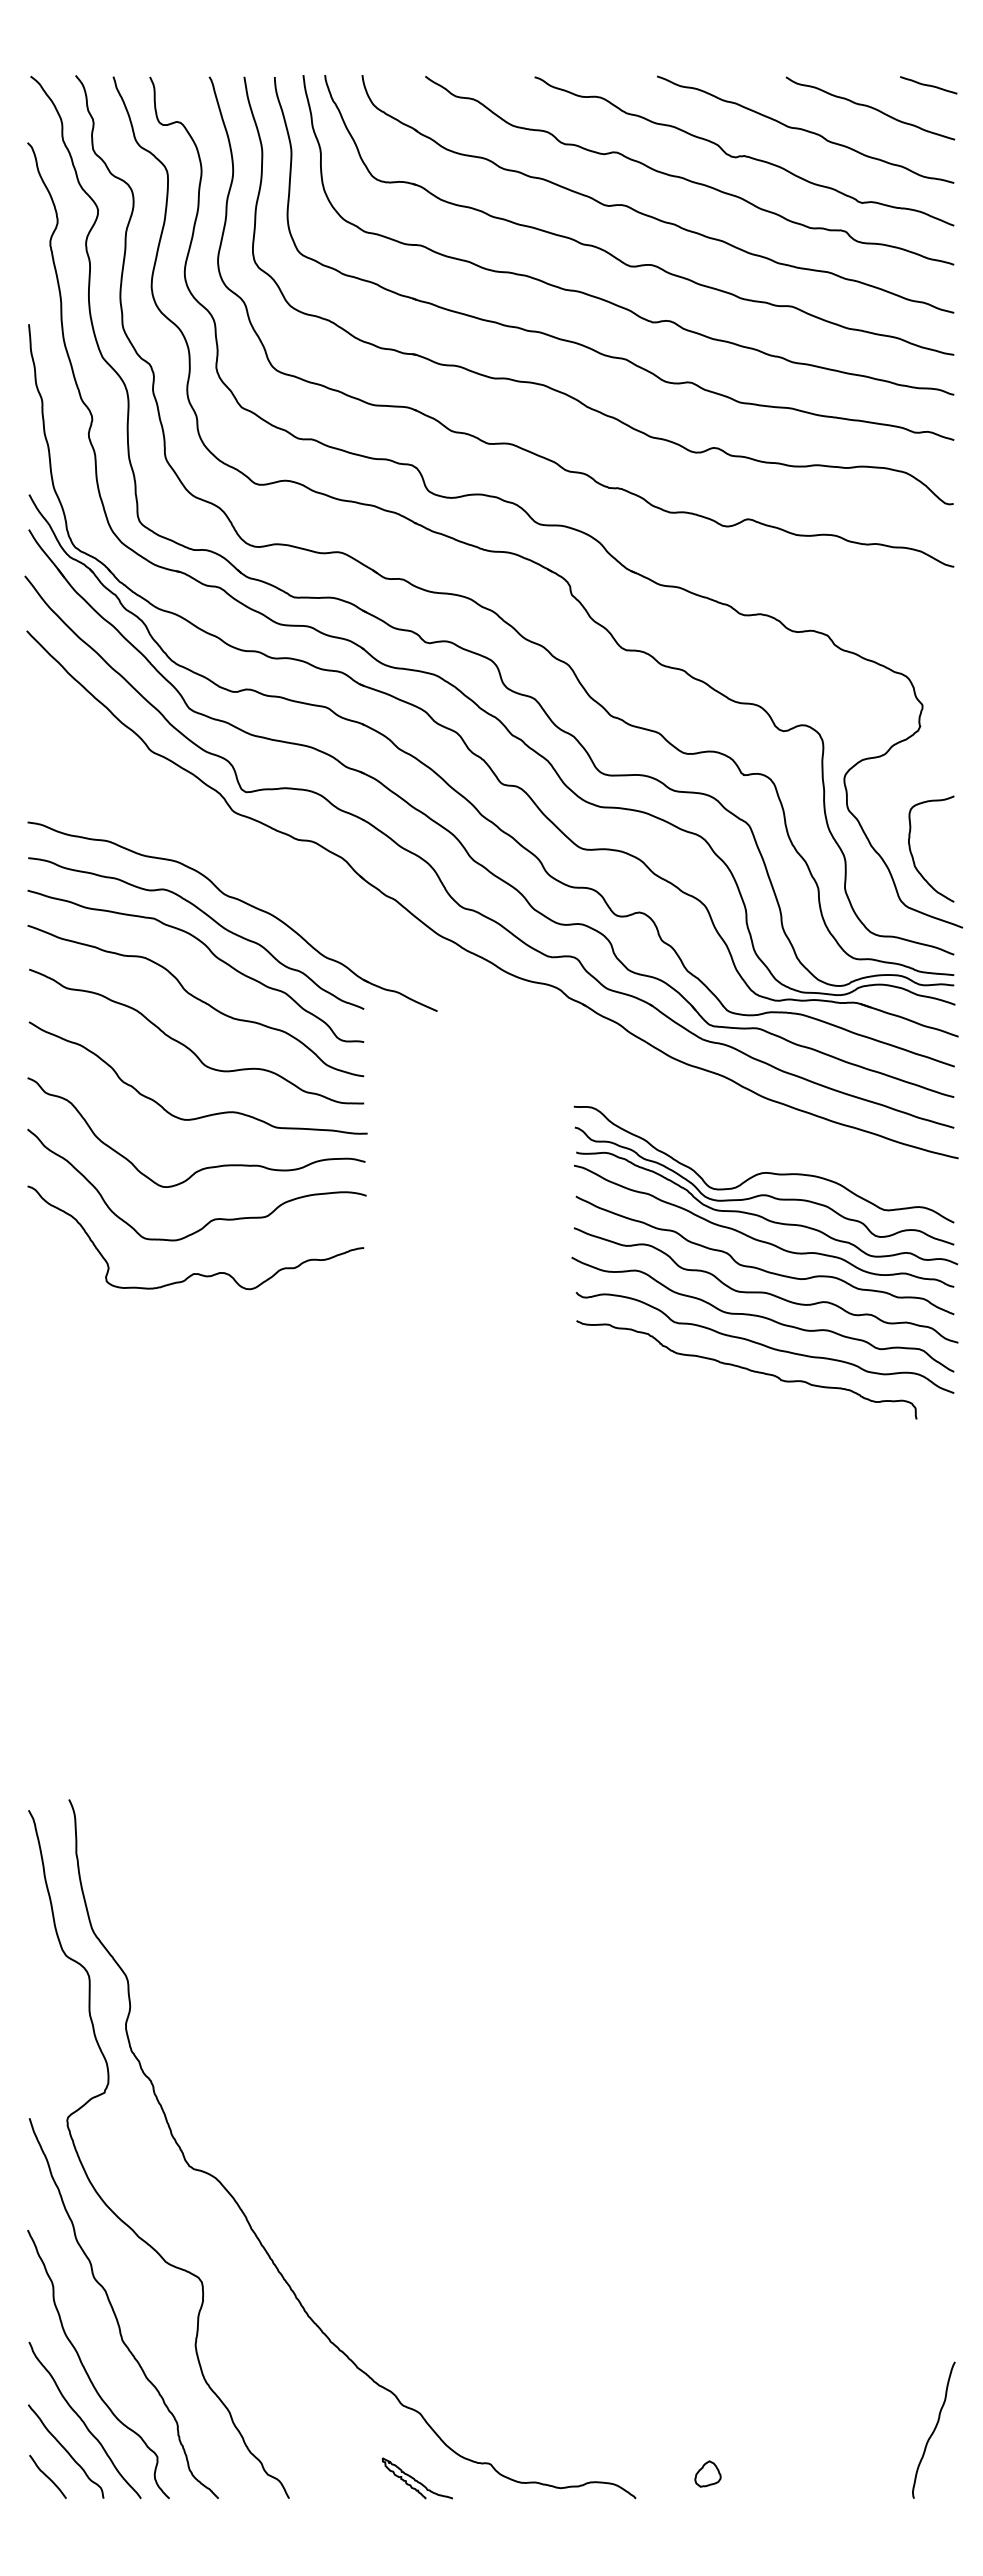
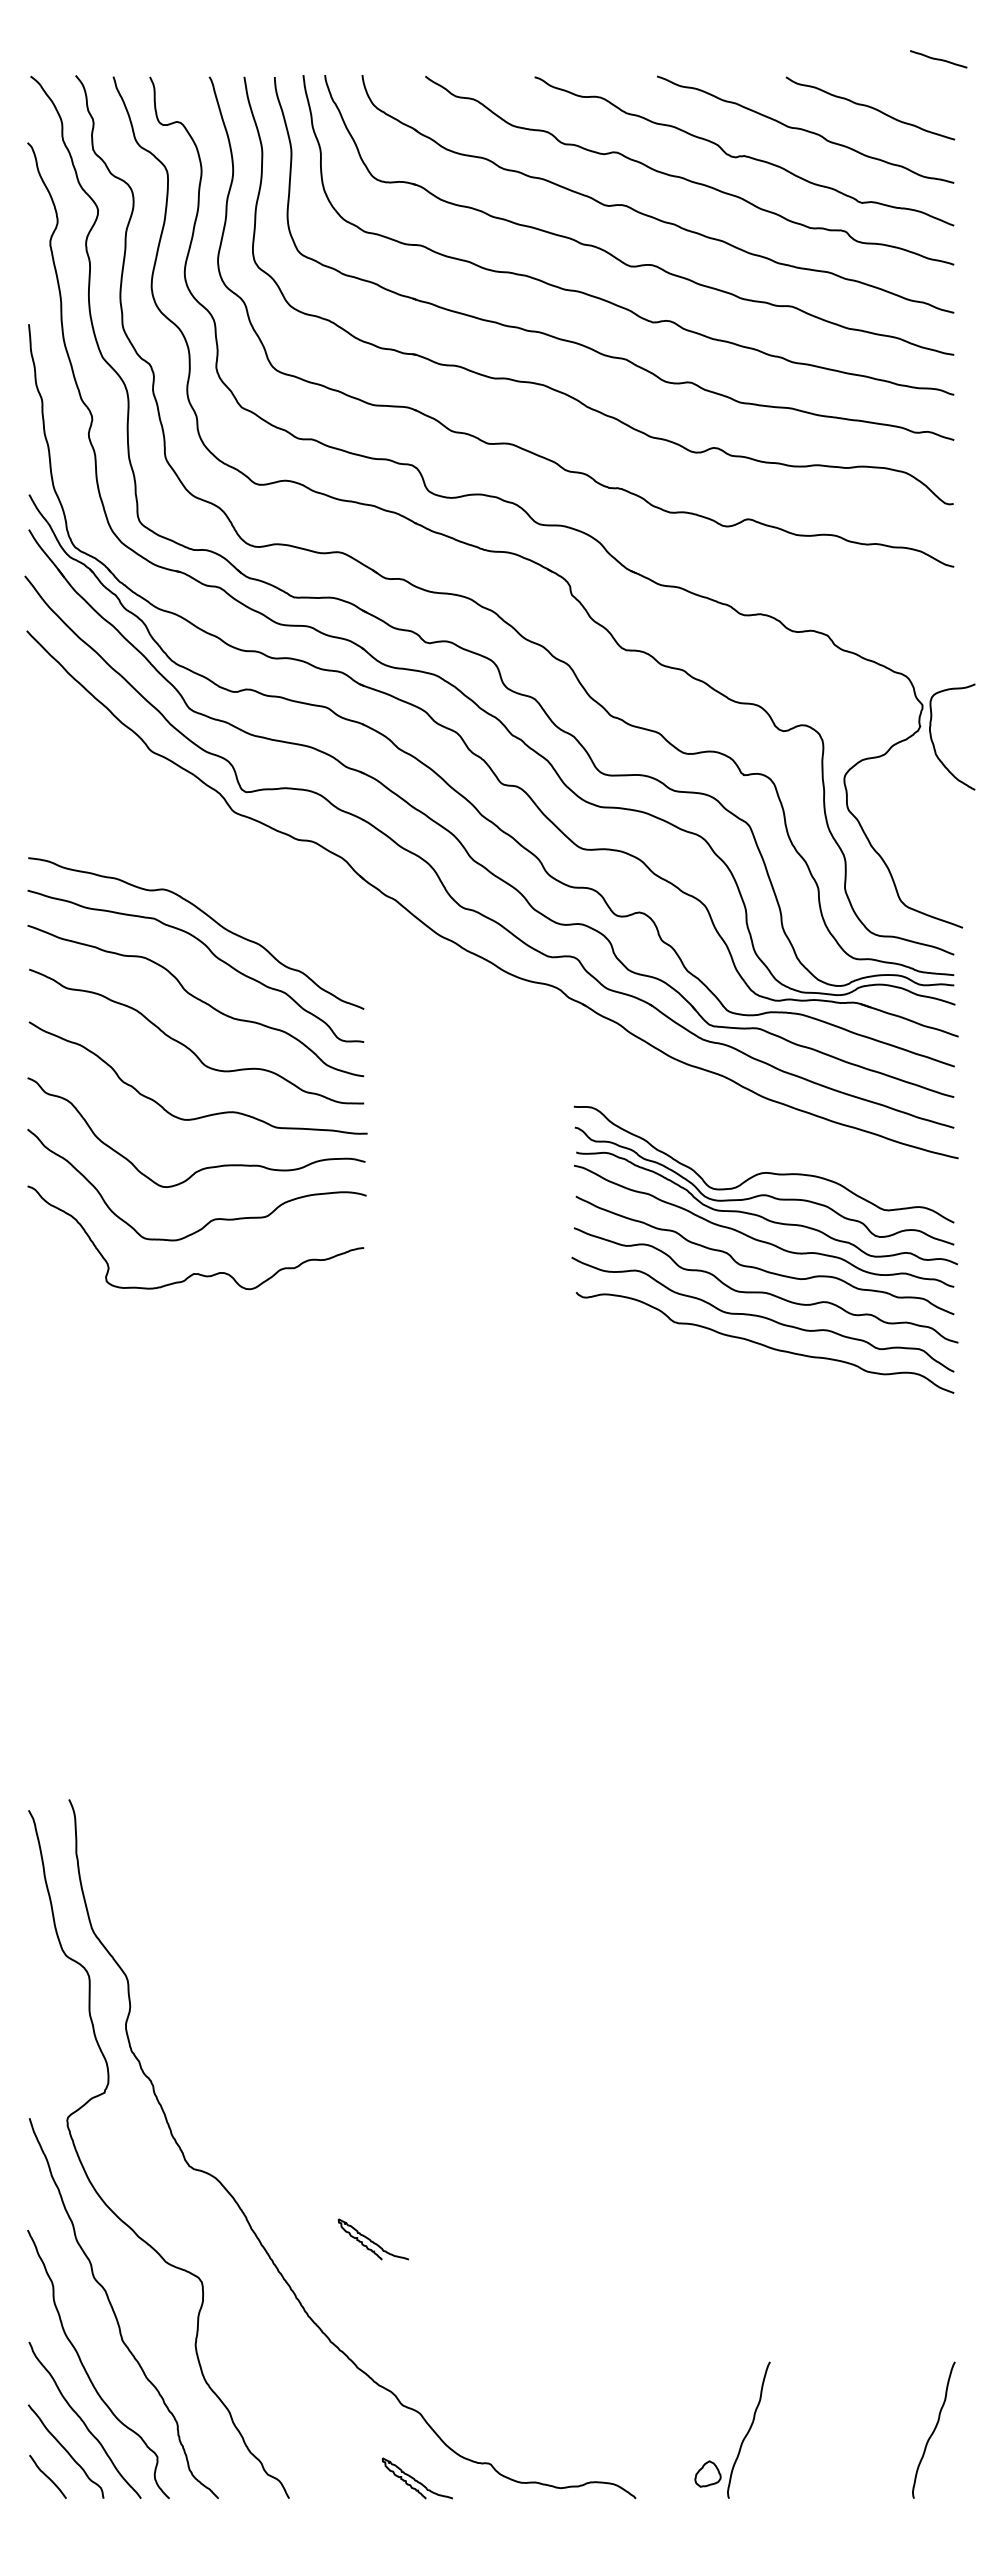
line at (928, 85) position: (928, 85) -> (938, 59)
curve at (912, 853) position: (912, 853) -> (933, 741)
part at (239, 901): present -> none
curve at (746, 1369): present -> none
curve at (372, 2240): none -> present
curve at (748, 2429): none -> present
